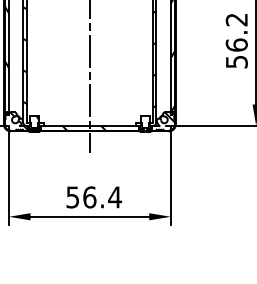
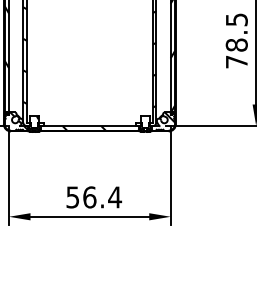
text at (236, 40): 56.2 -> 78.5
line at (89, 77): present -> none
